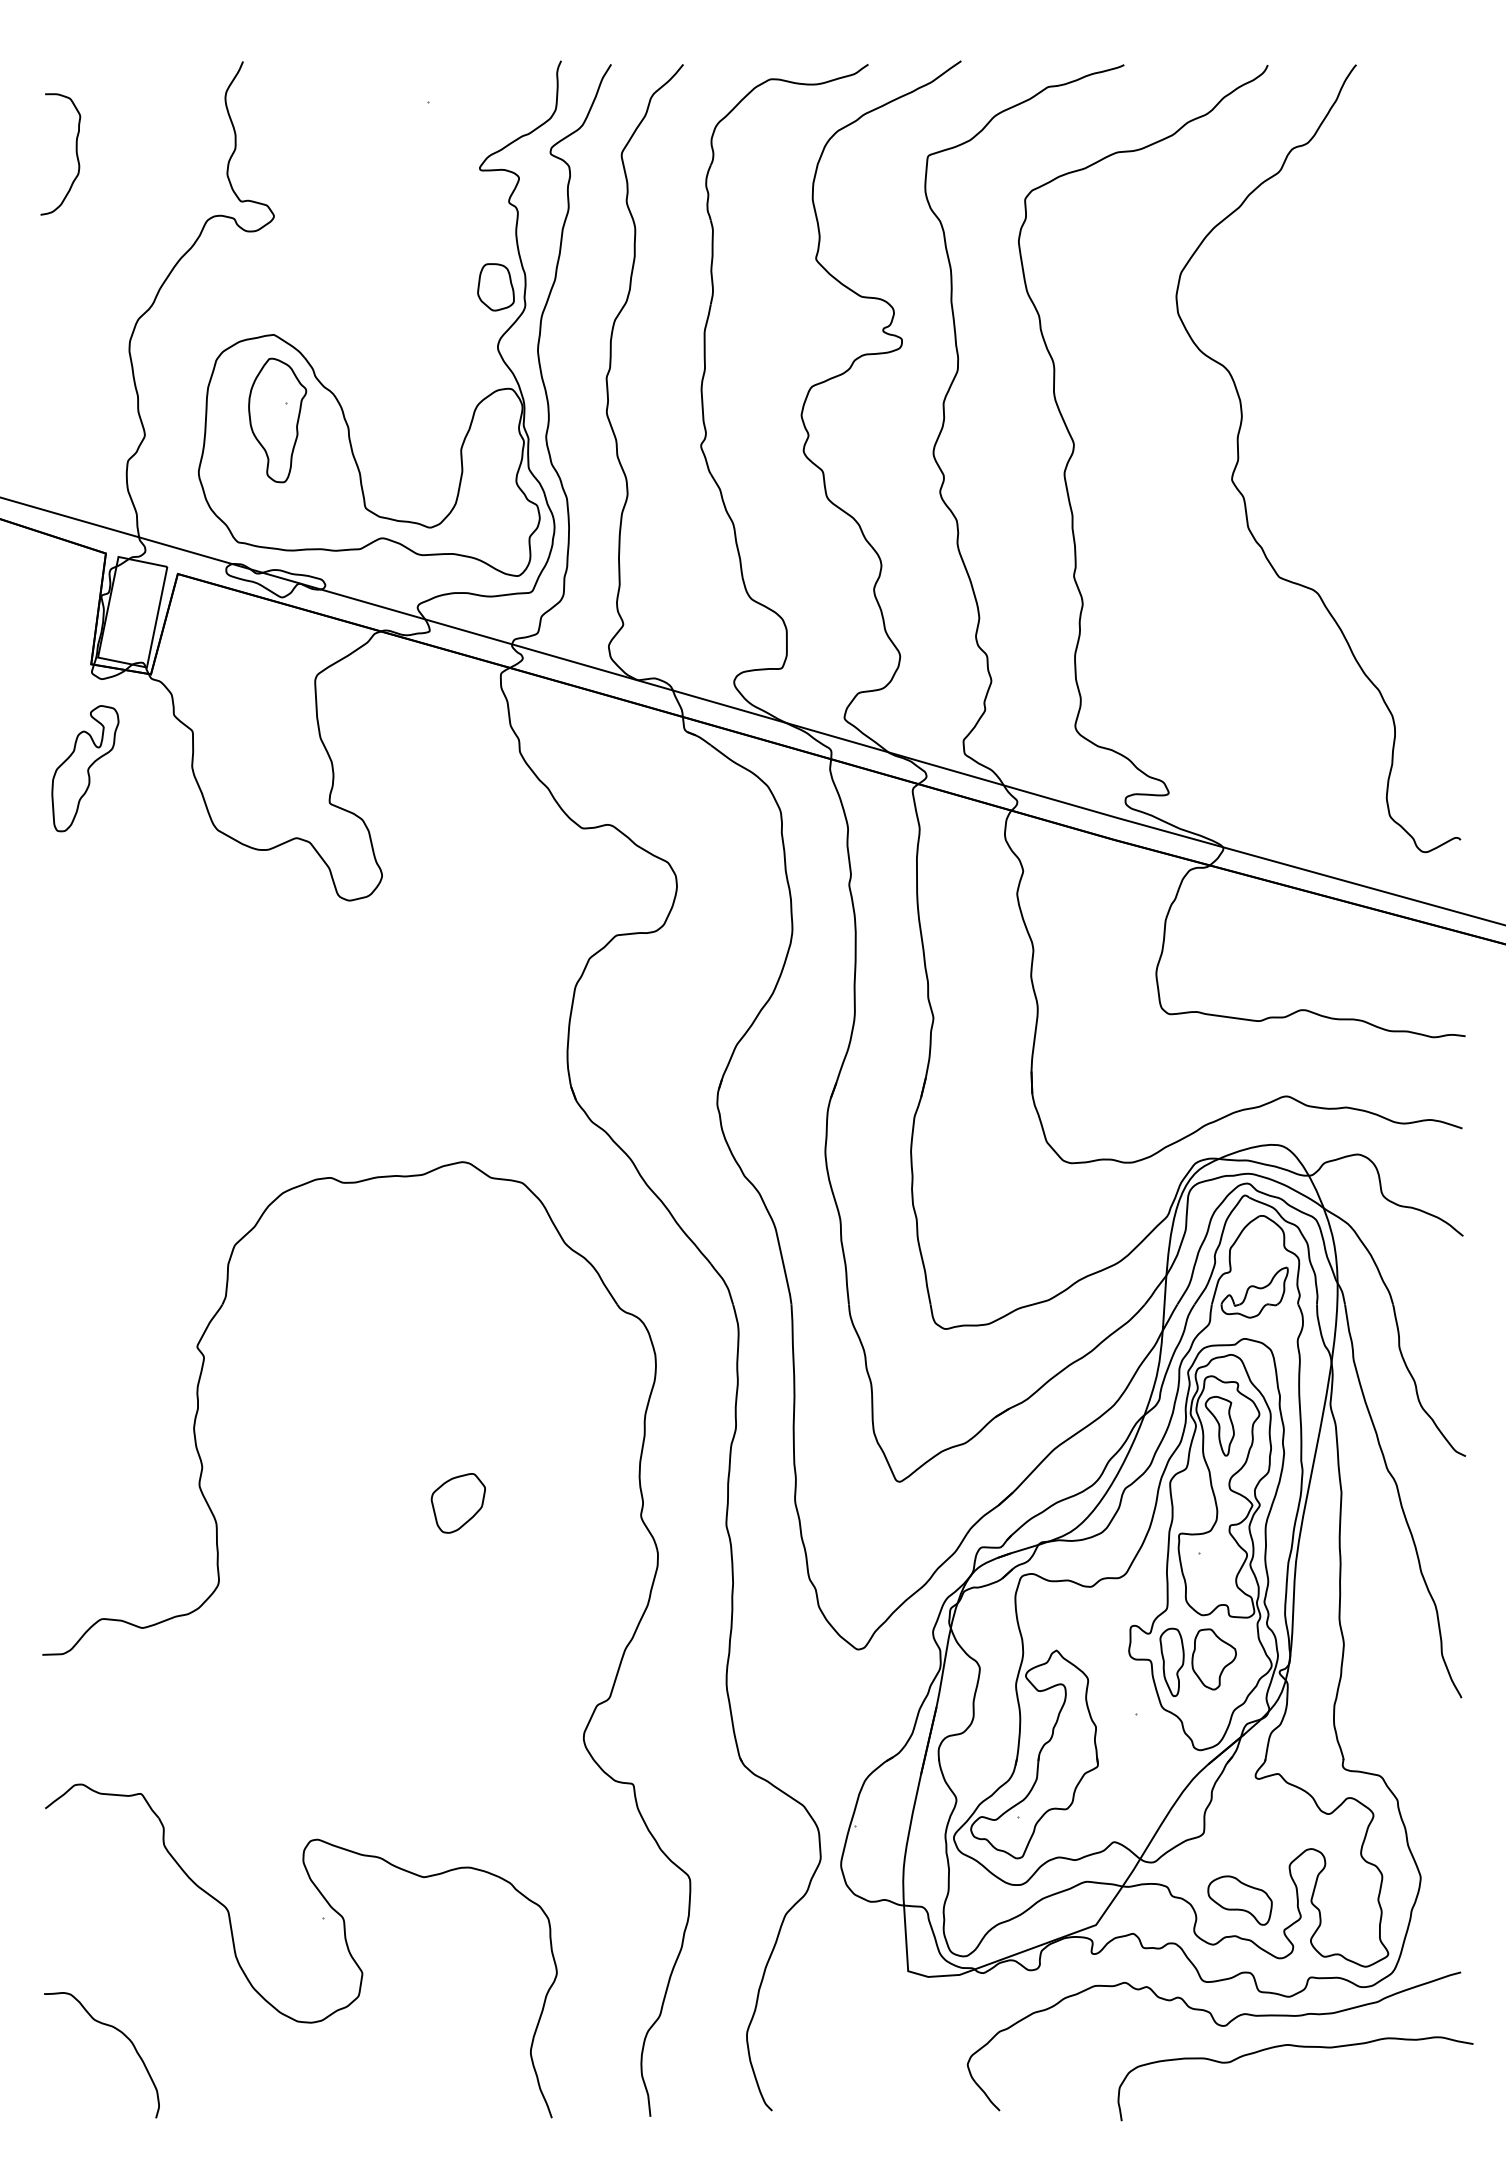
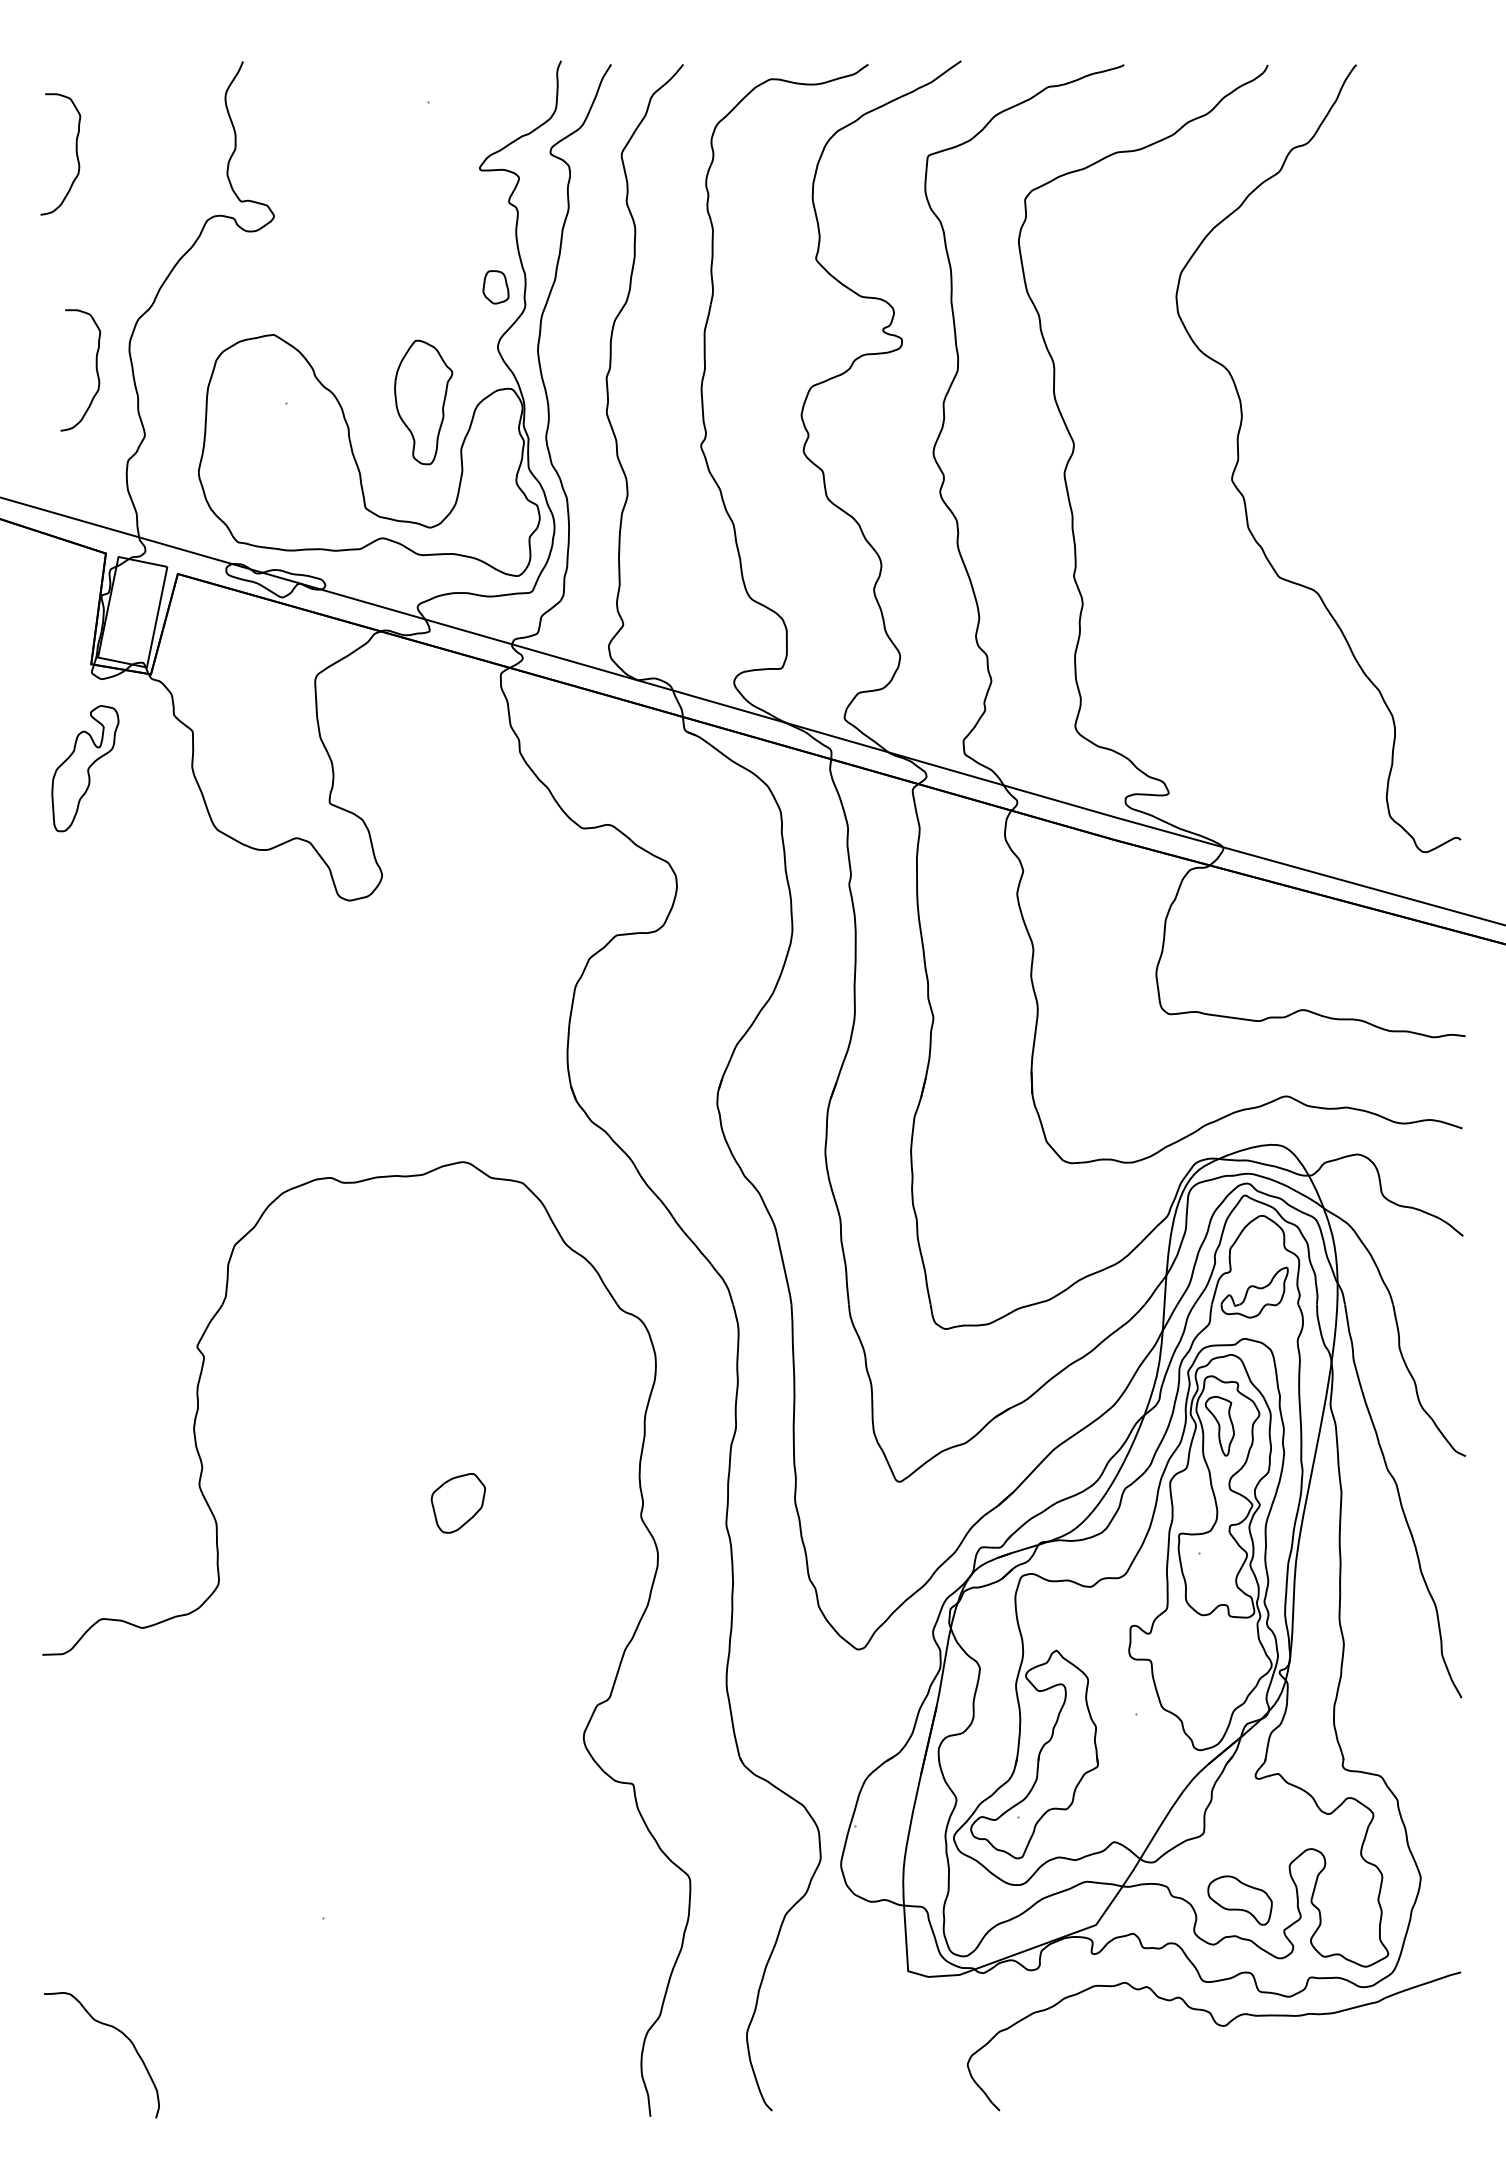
part at (495, 287) size: 38x49 px -> 28x35 px
curve at (95, 368): none -> present
part at (277, 420) position: (277, 420) -> (423, 402)
part at (1197, 1662): present -> none
part at (344, 1939): present -> none
curve at (1298, 2047): present -> none
